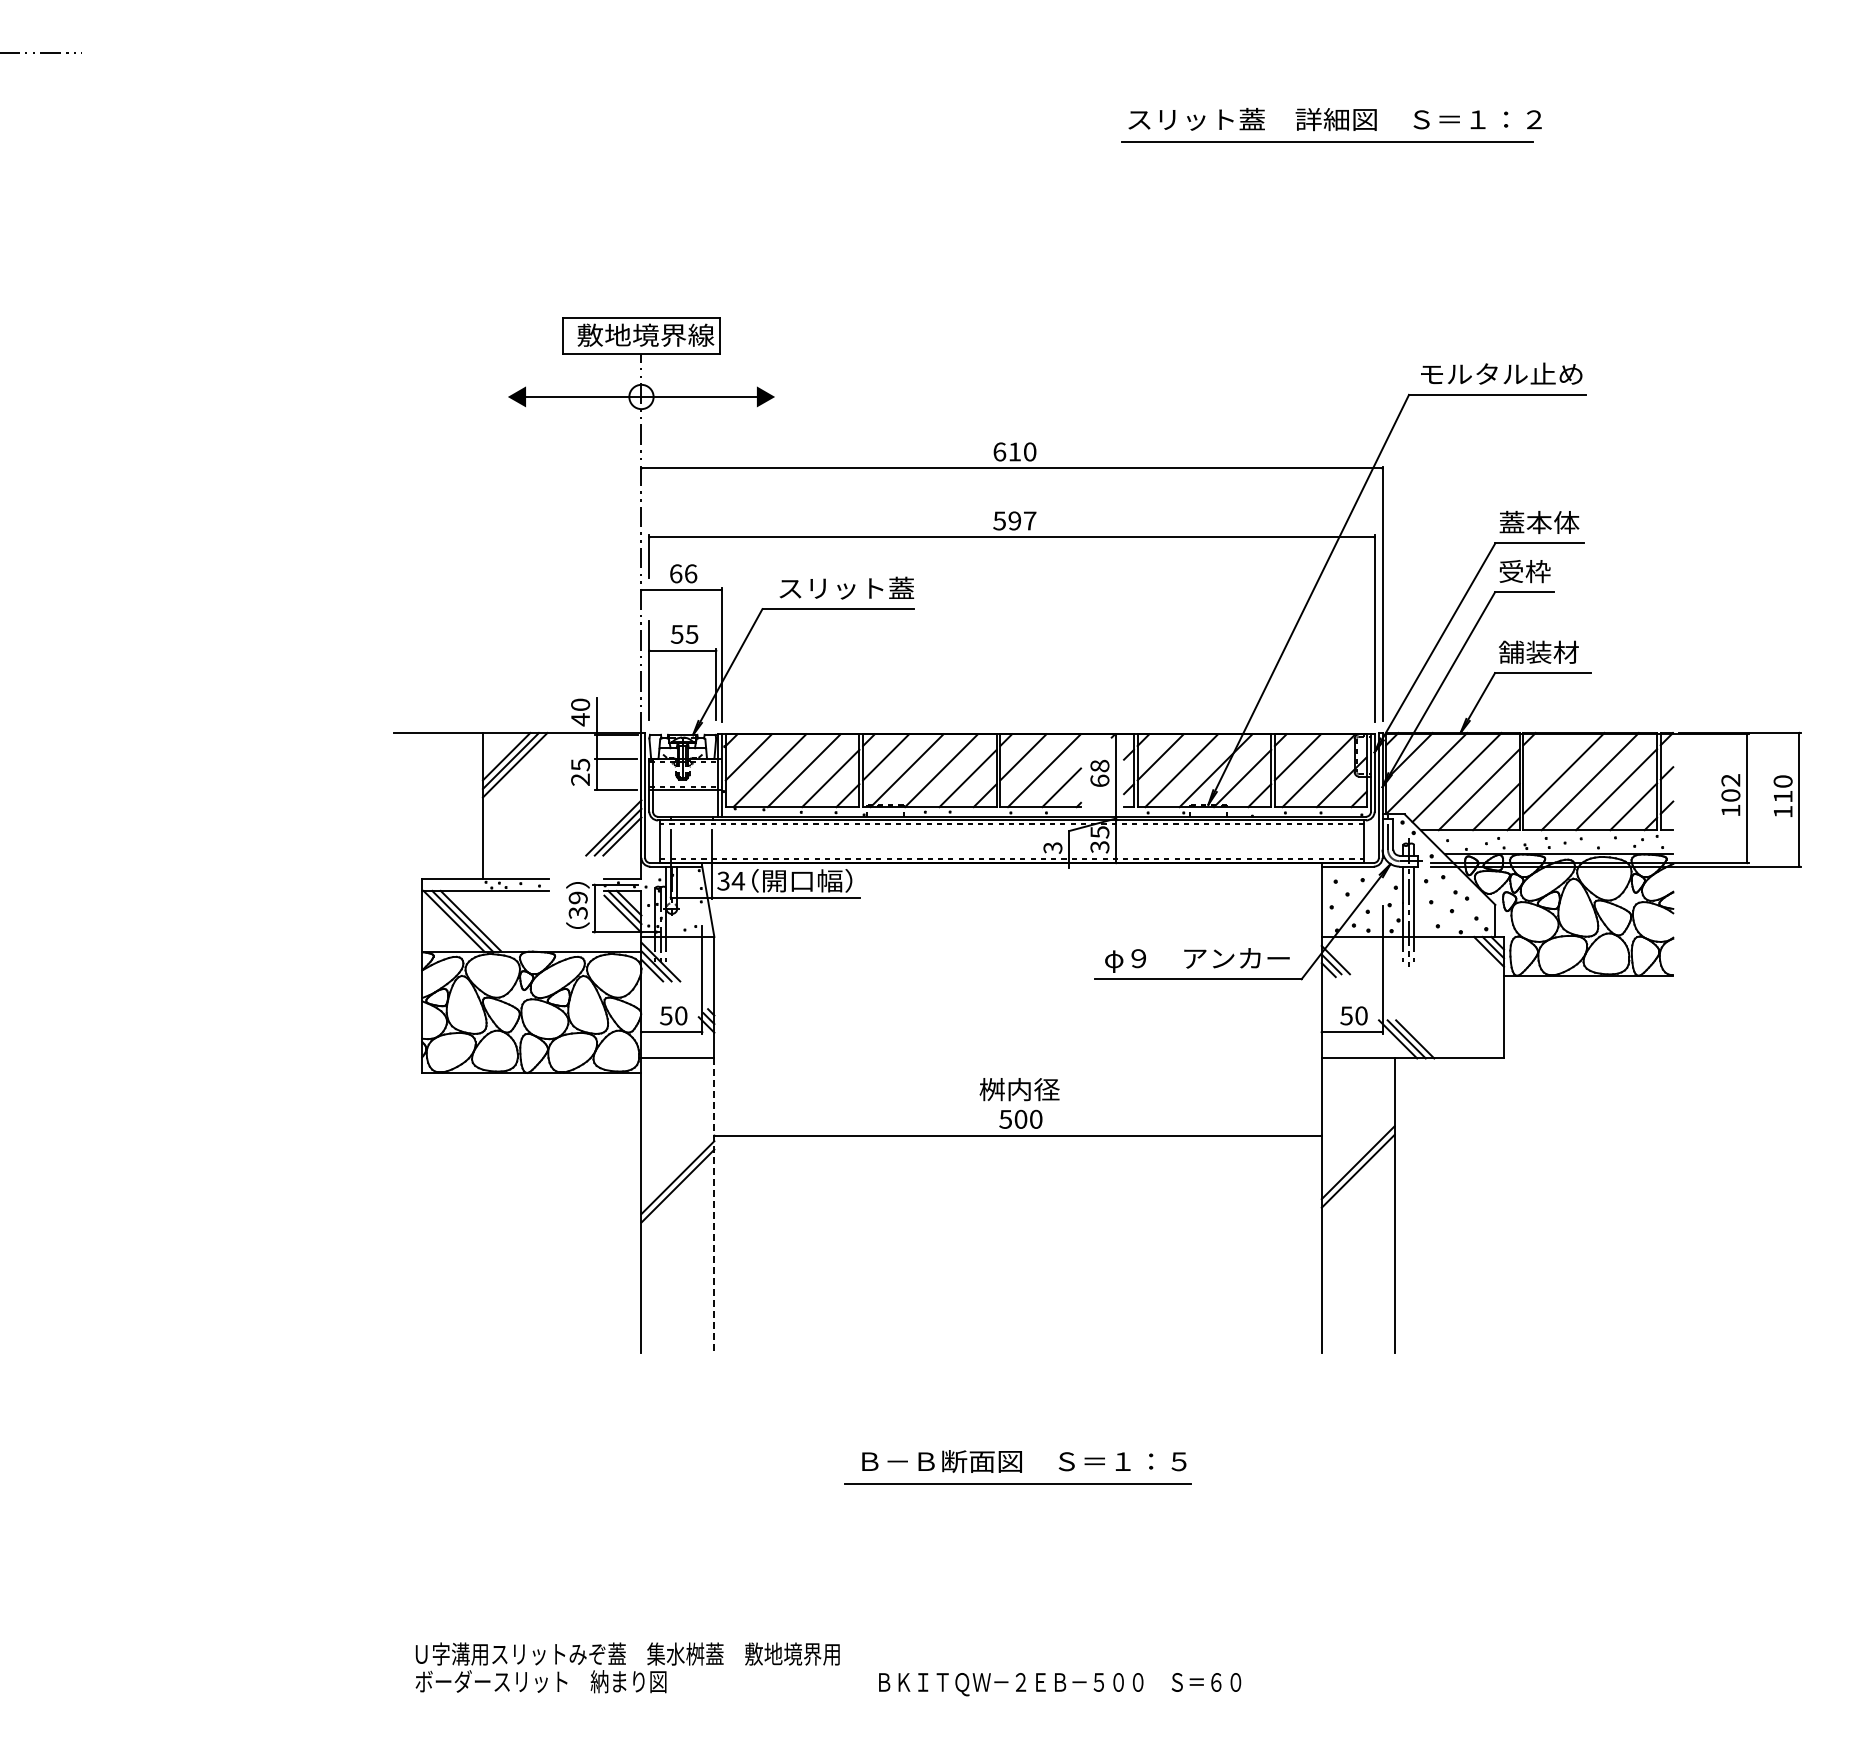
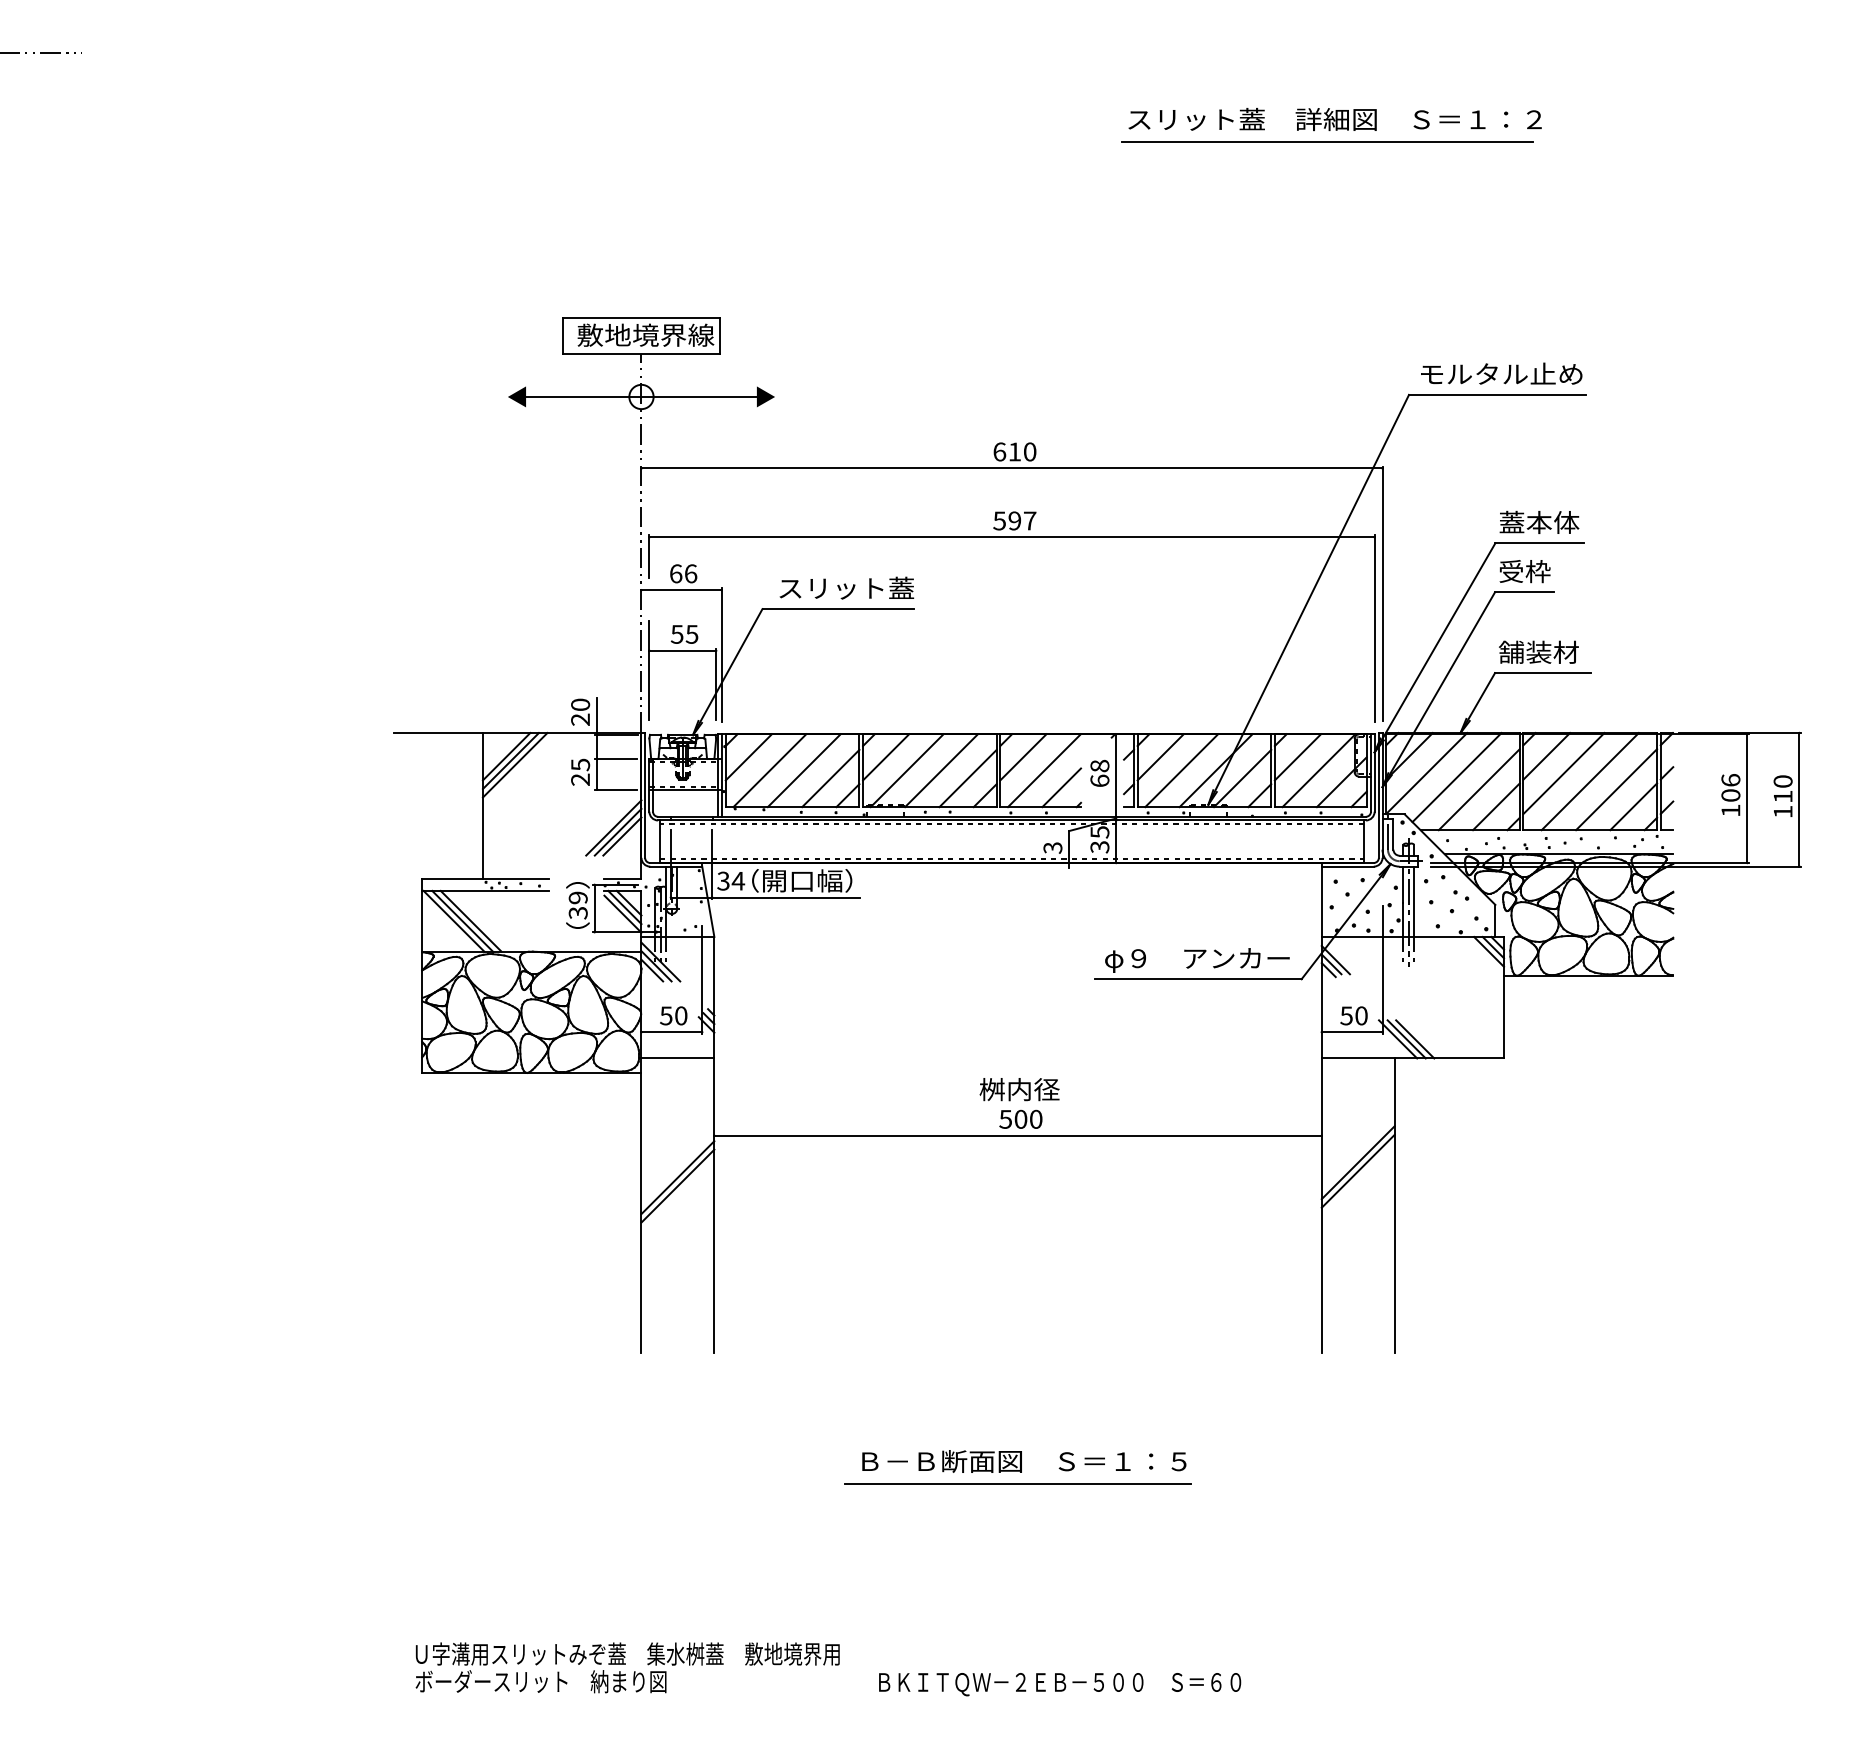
text at (580, 719): 40 -> 20
line at (1546, 756): none -> present
text at (1730, 780): 102 -> 106
line at (714, 1206): dashed -> solid
